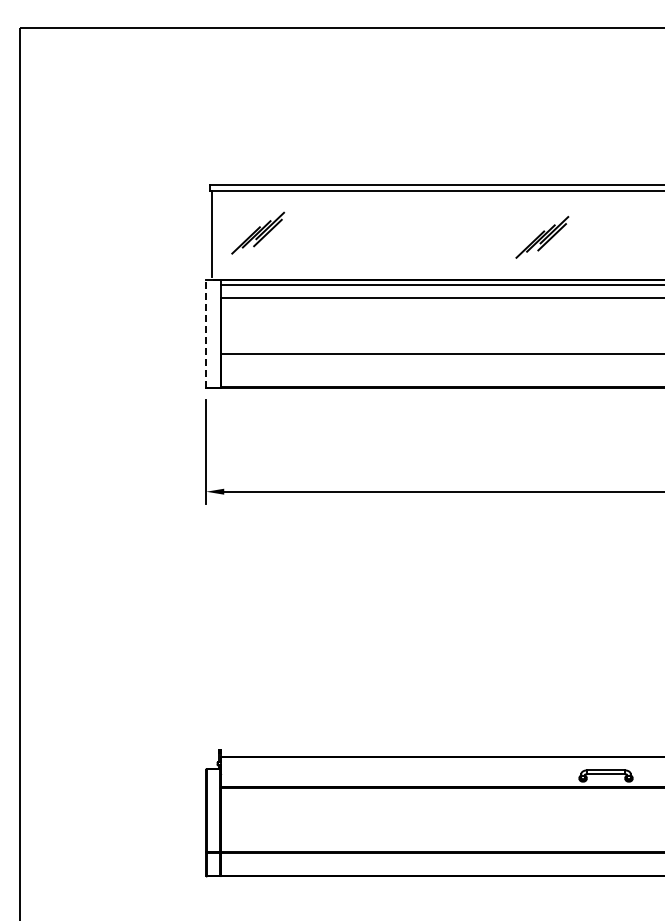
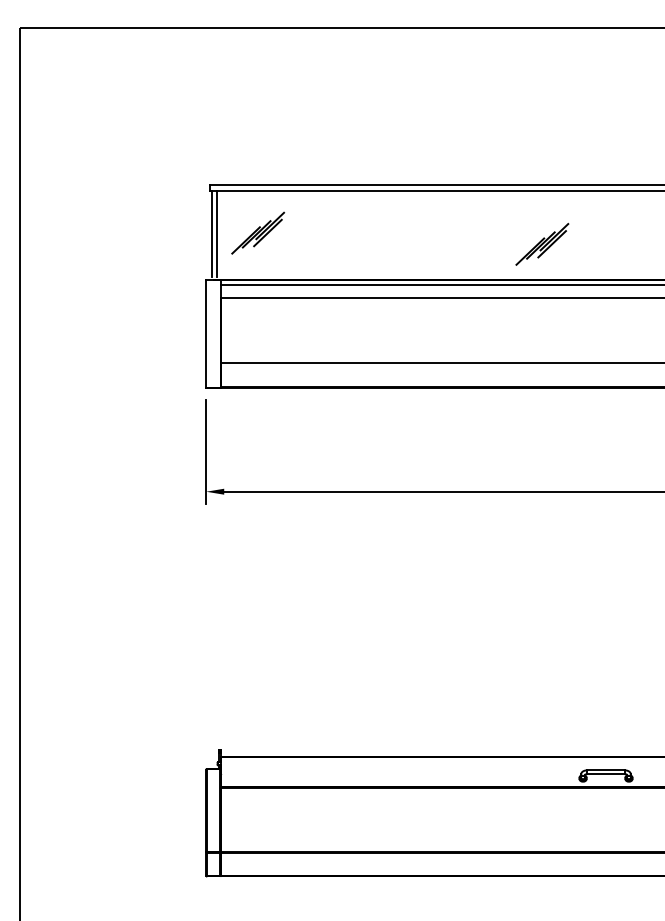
line at (217, 233): none -> present
part at (542, 237) position: (542, 237) -> (542, 244)
line at (206, 334): dashed -> solid
line at (440, 354) position: (440, 354) -> (440, 363)
